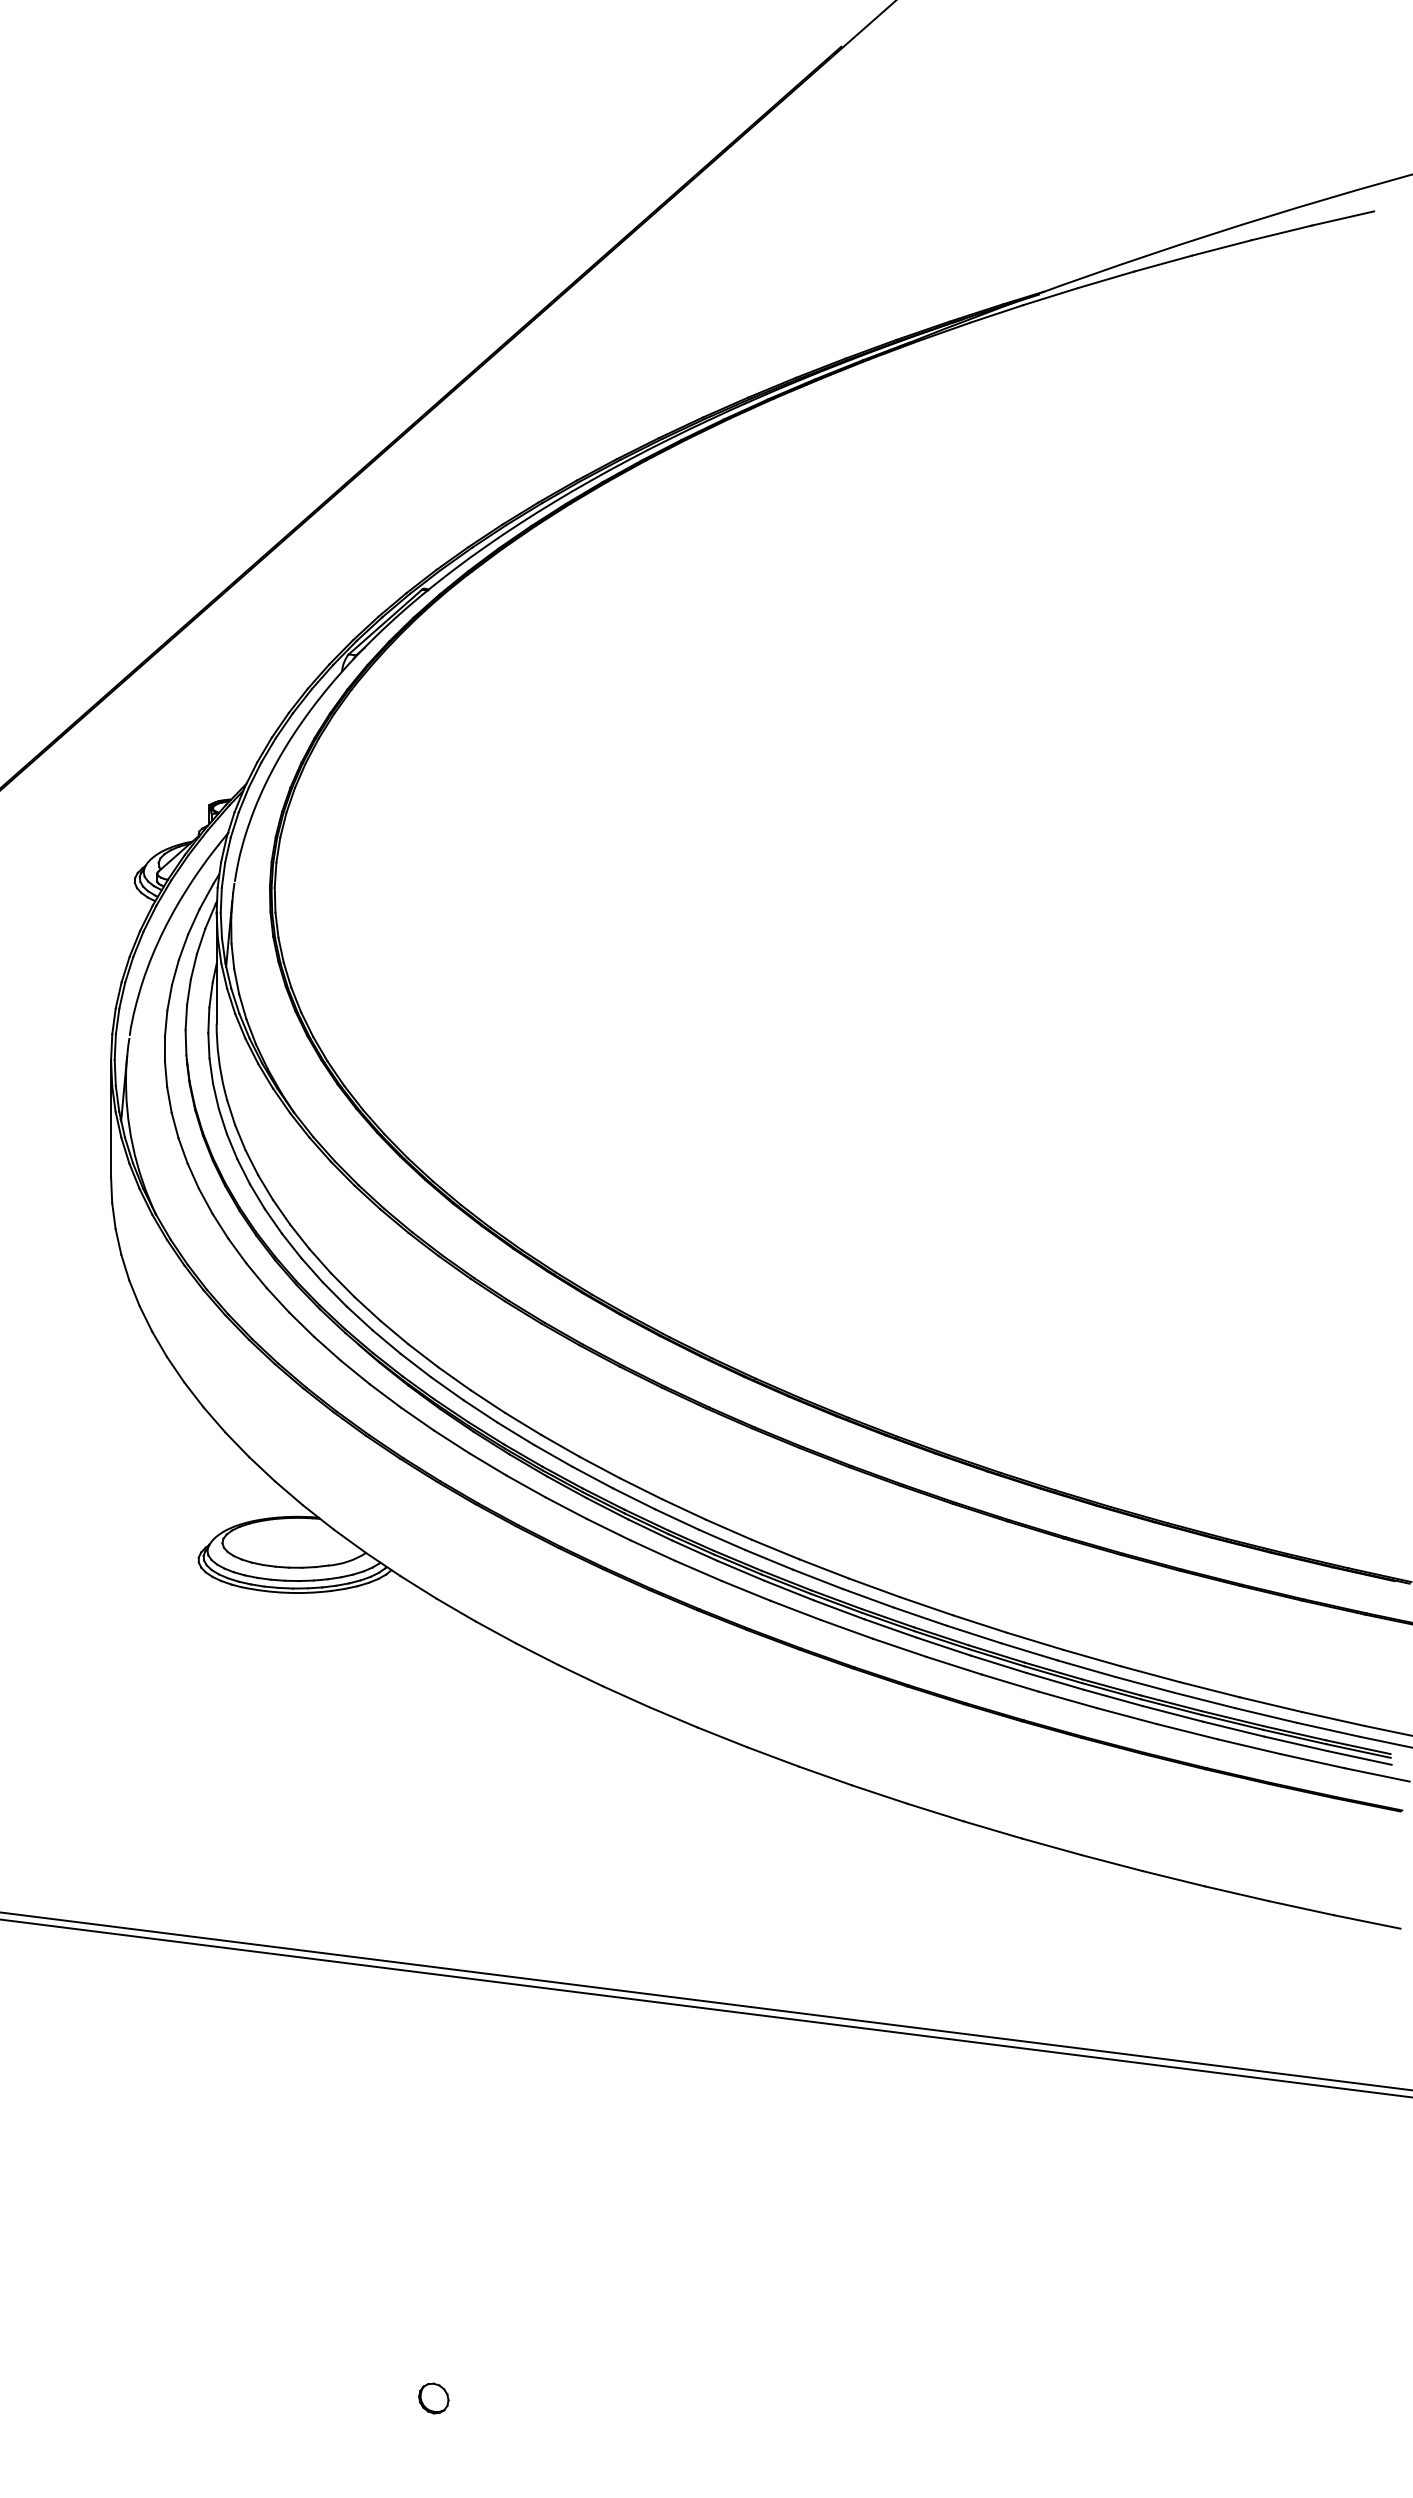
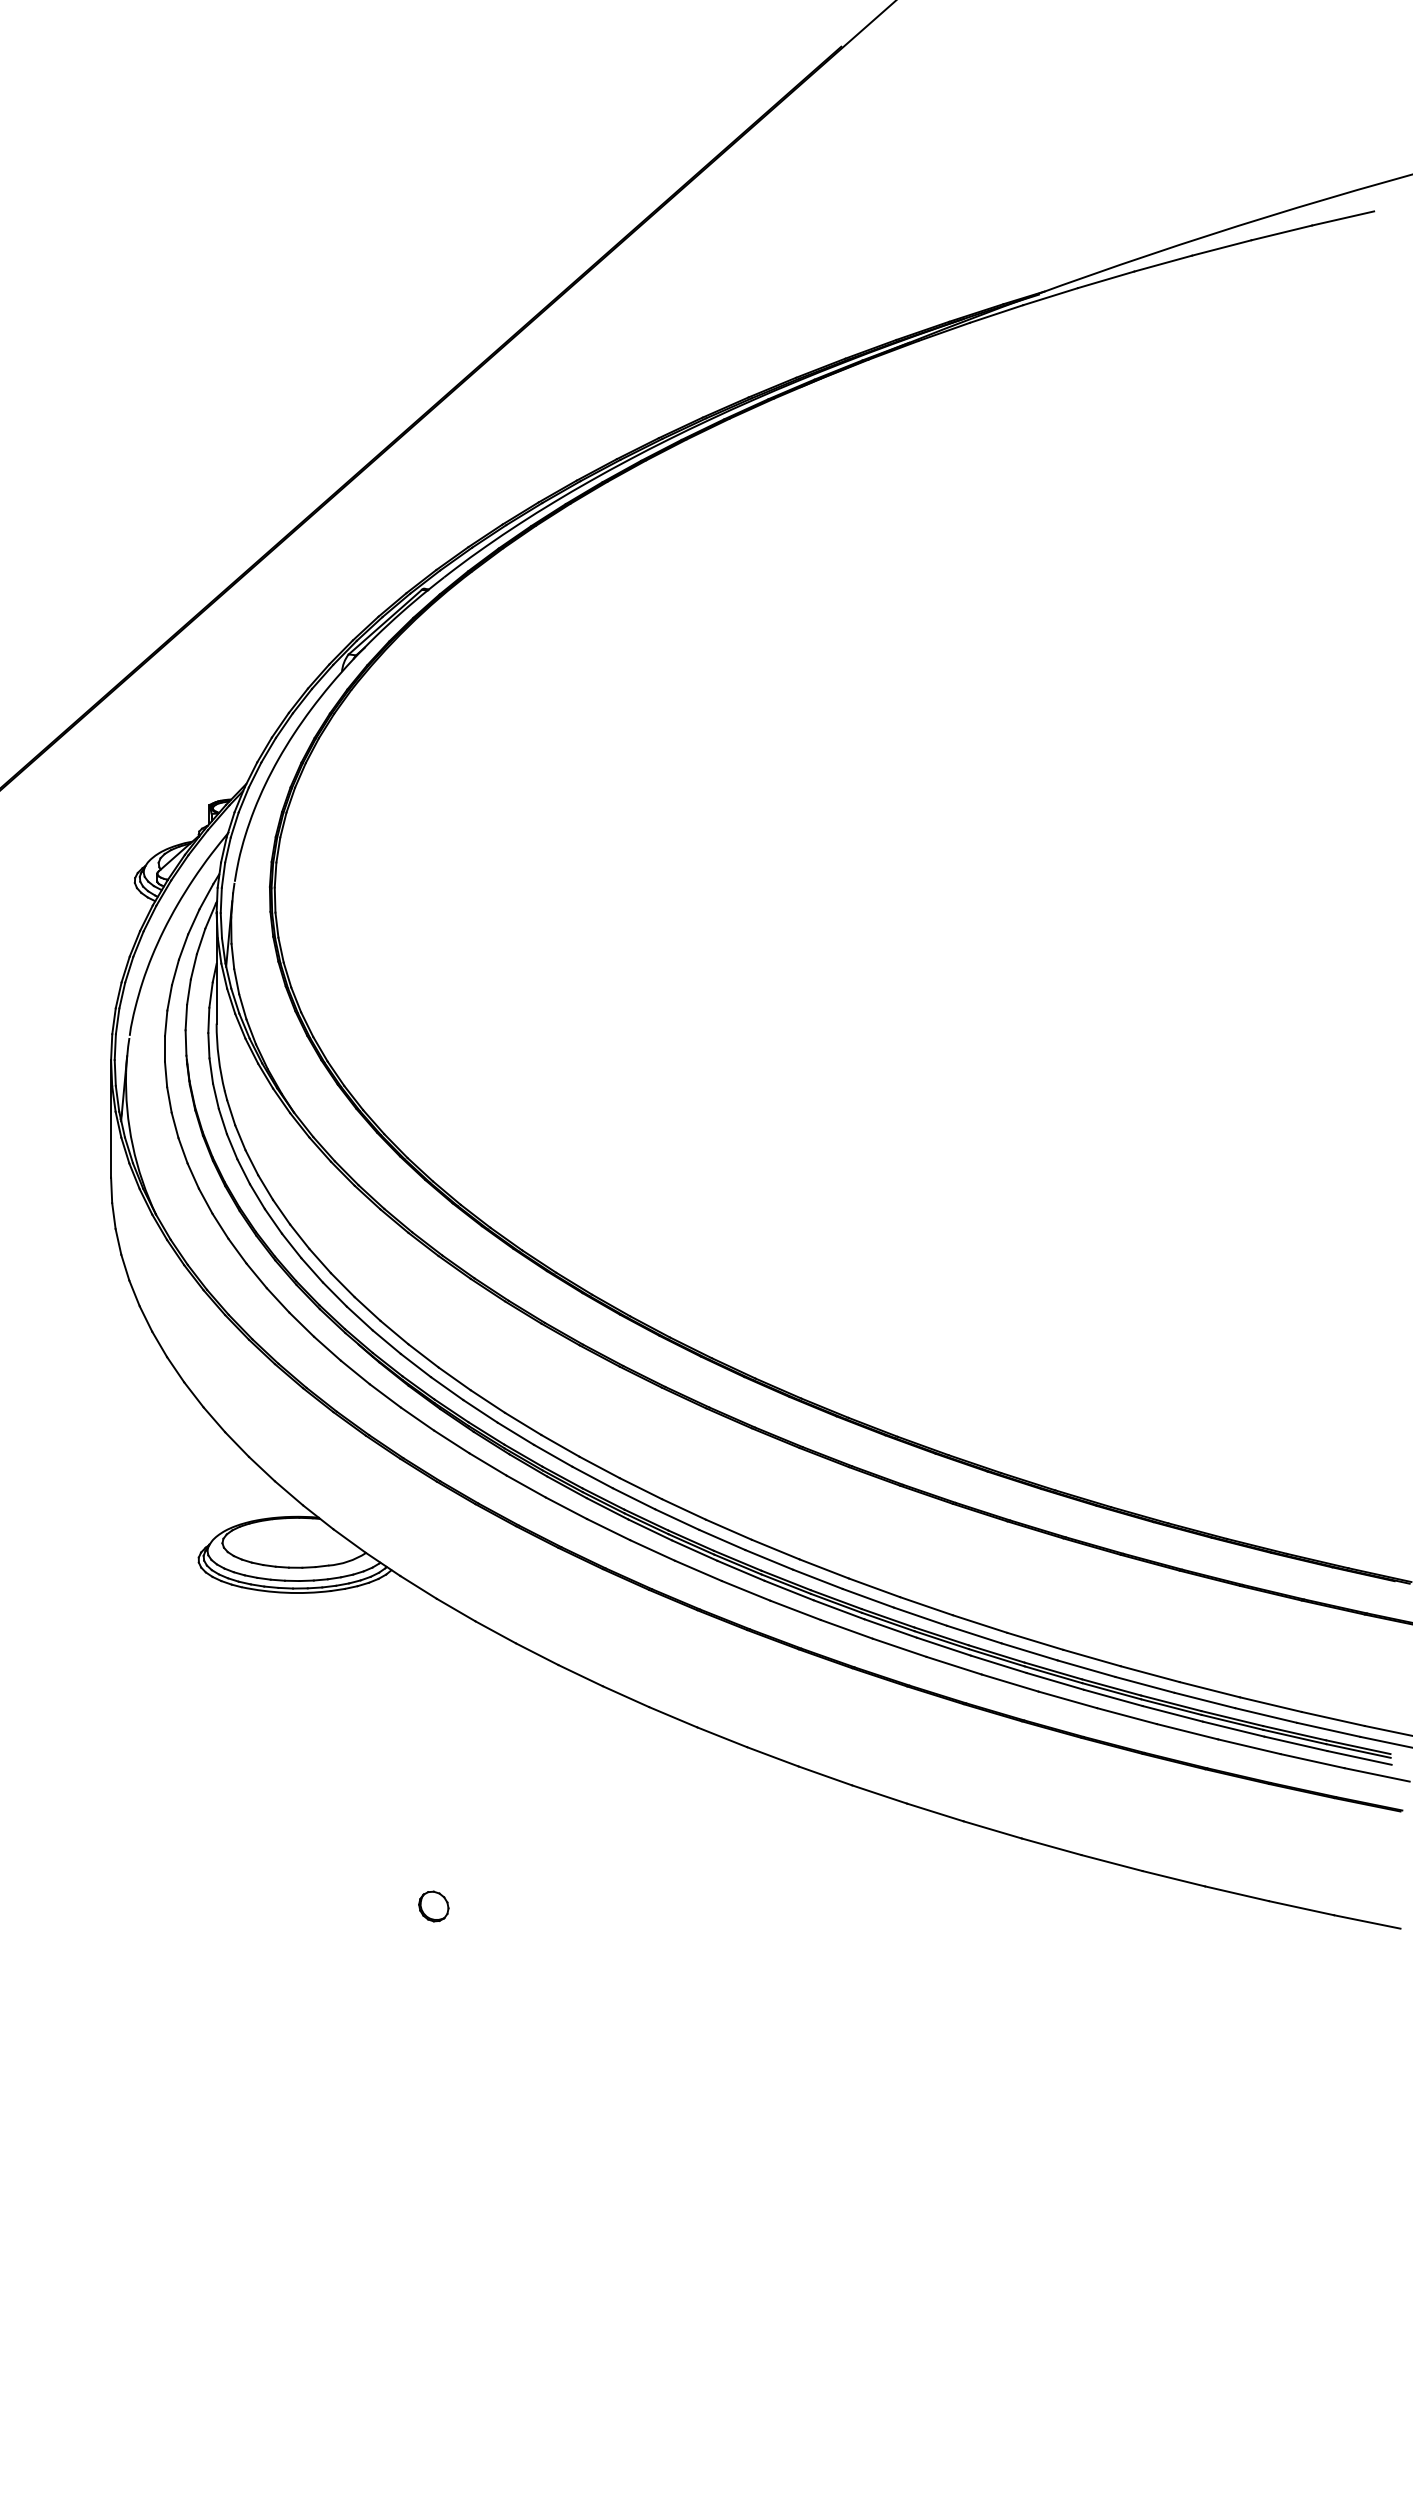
line at (705, 2000): present -> none
line at (705, 2008): present -> none
part at (433, 2398) position: (433, 2398) -> (433, 1906)
